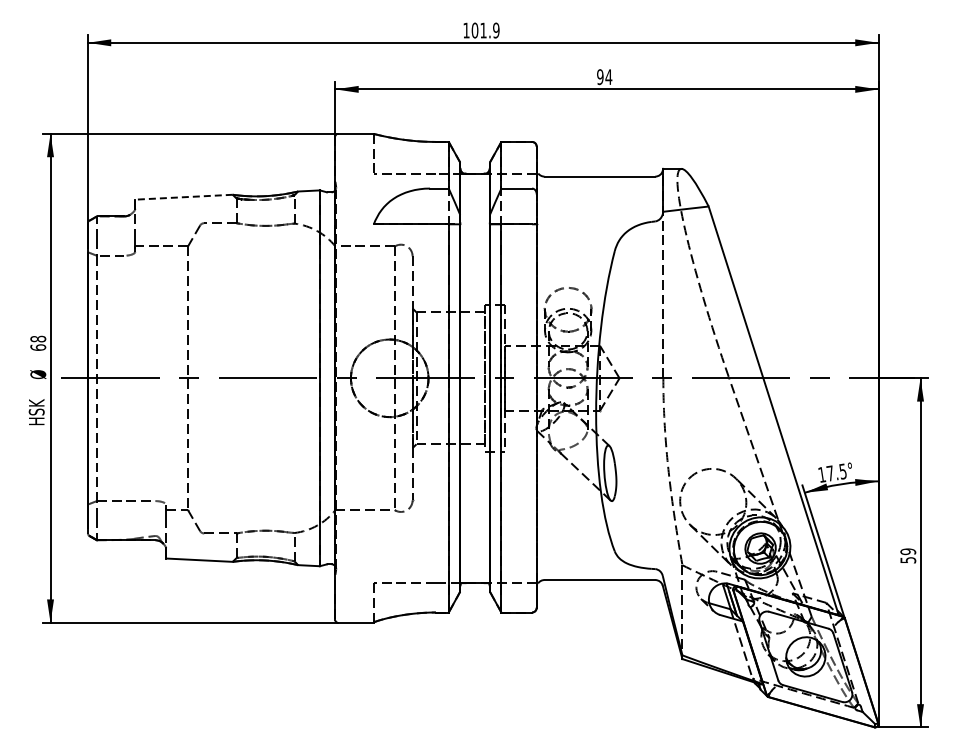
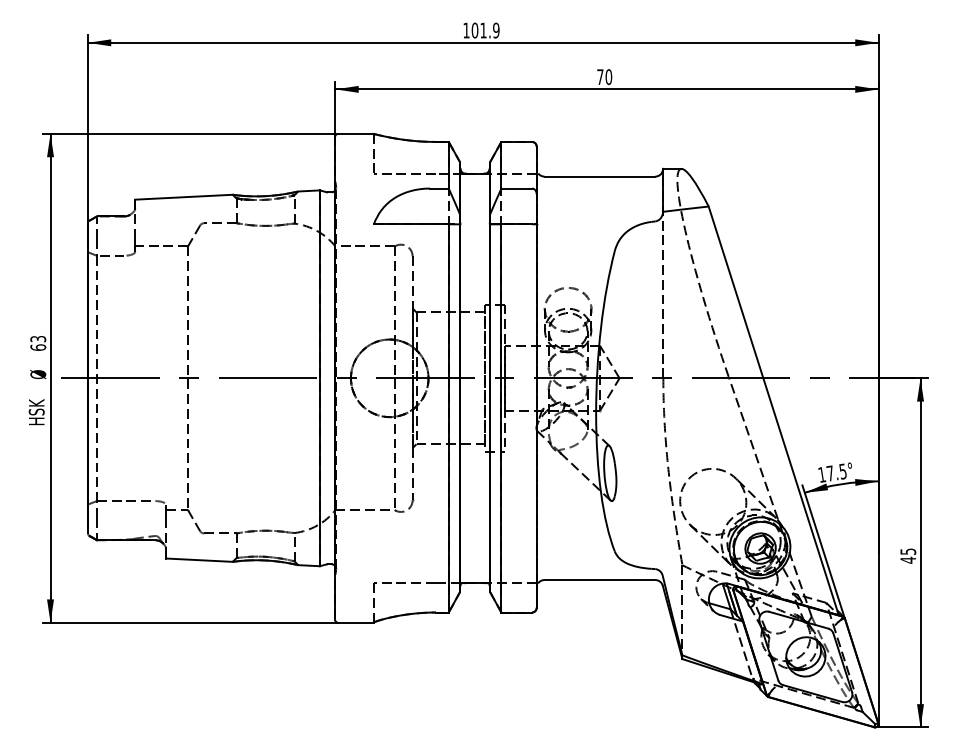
text at (604, 77): 94 -> 70
line at (184, 197): dashed -> solid
text at (38, 338): 68 -> 63
text at (908, 555): 59 -> 45
